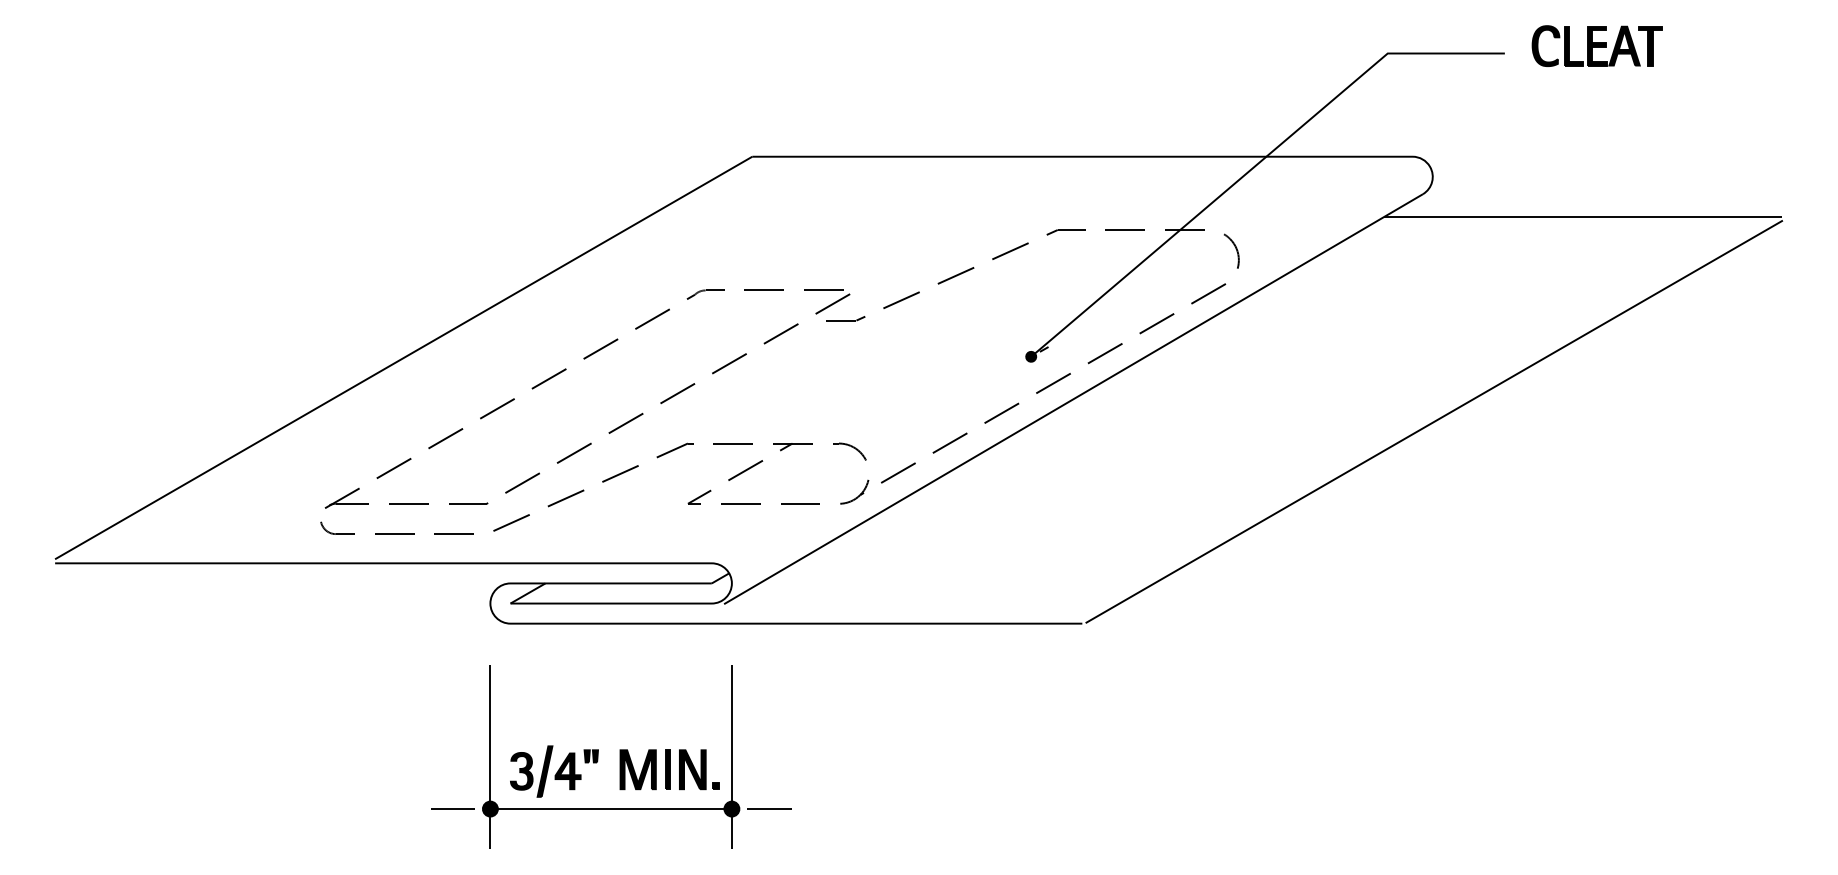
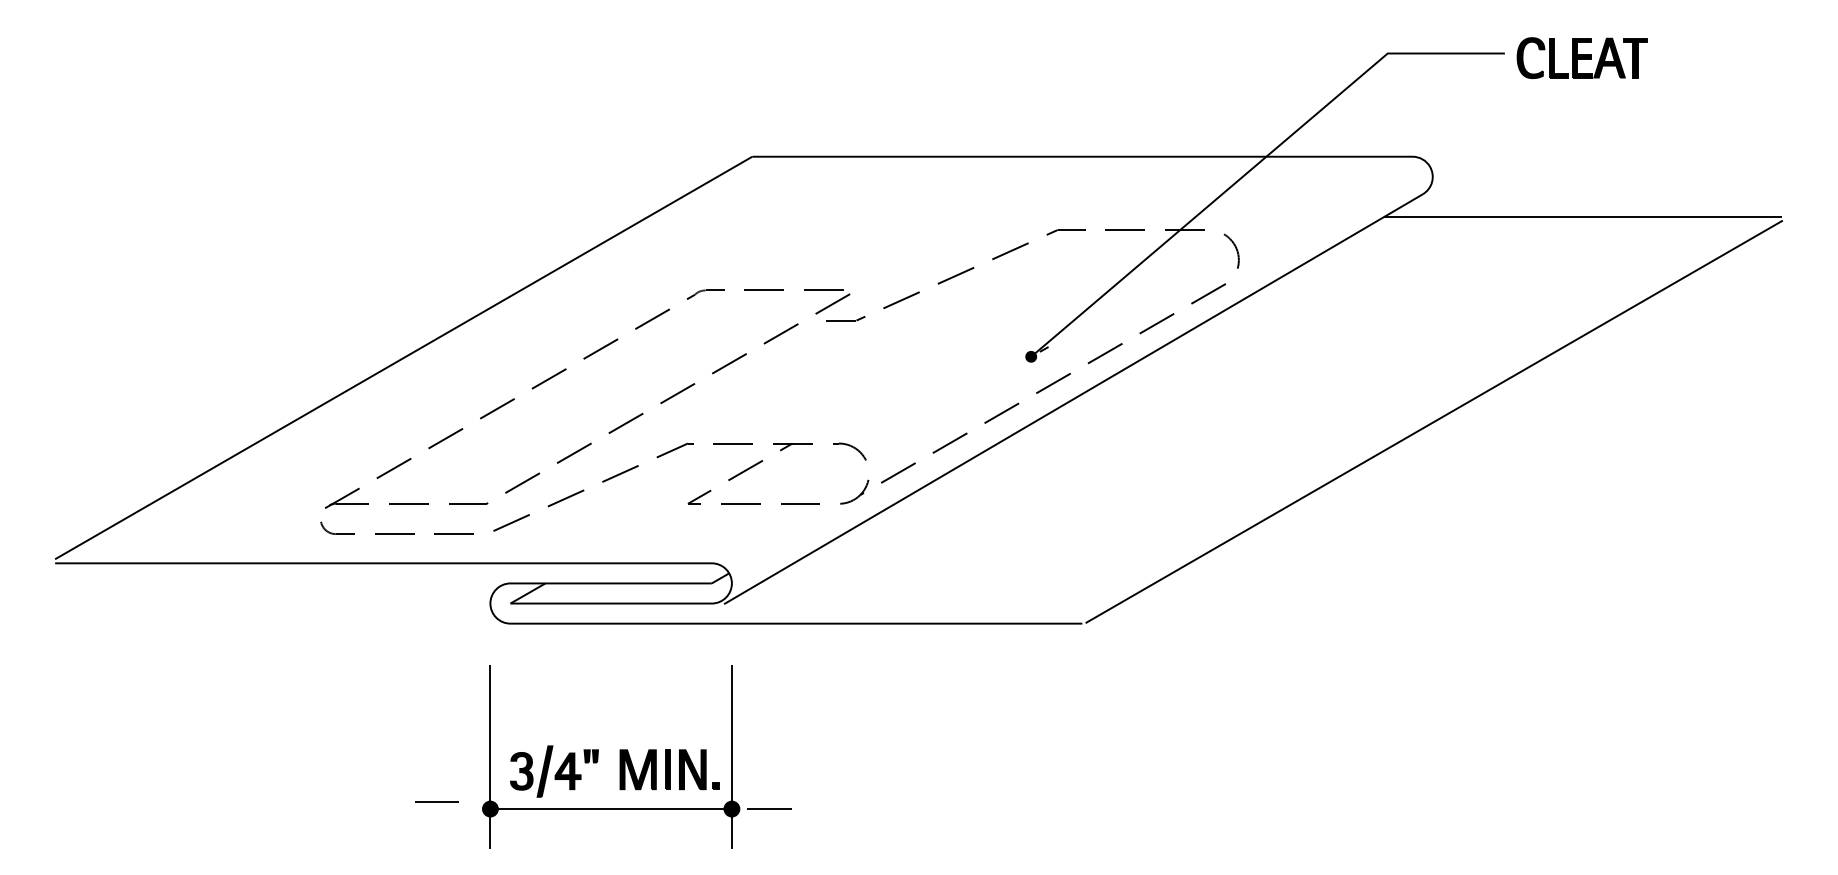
part at (1596, 45) position: (1596, 45) -> (1581, 57)
line at (452, 808) position: (452, 808) -> (436, 801)
